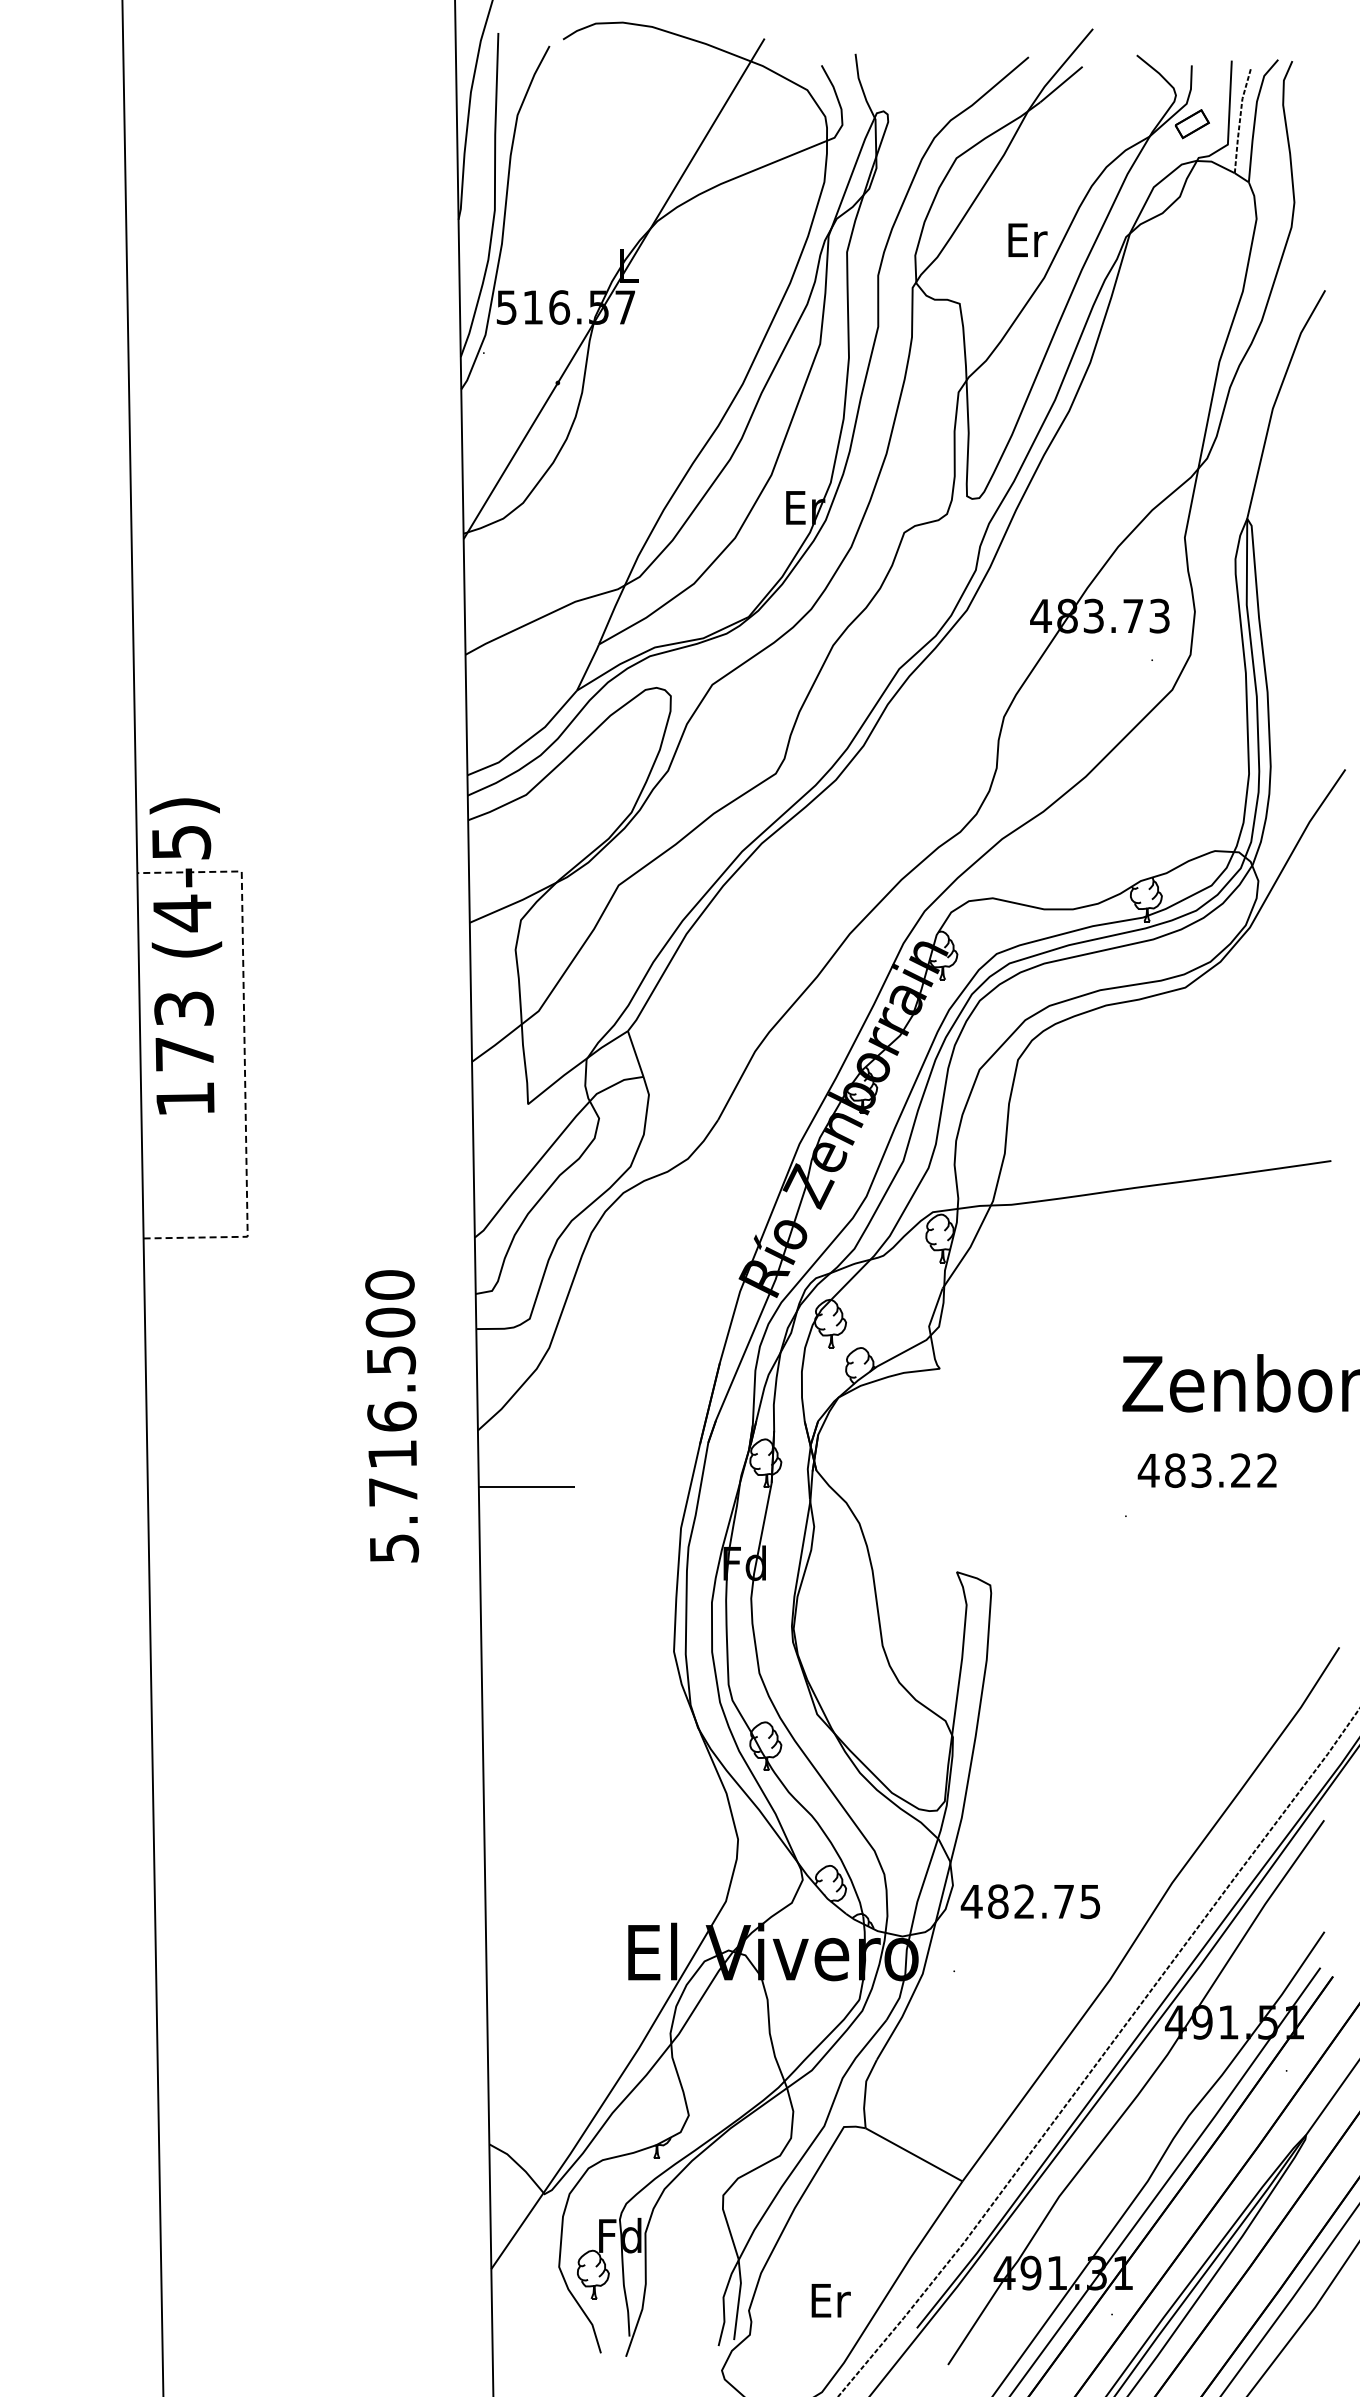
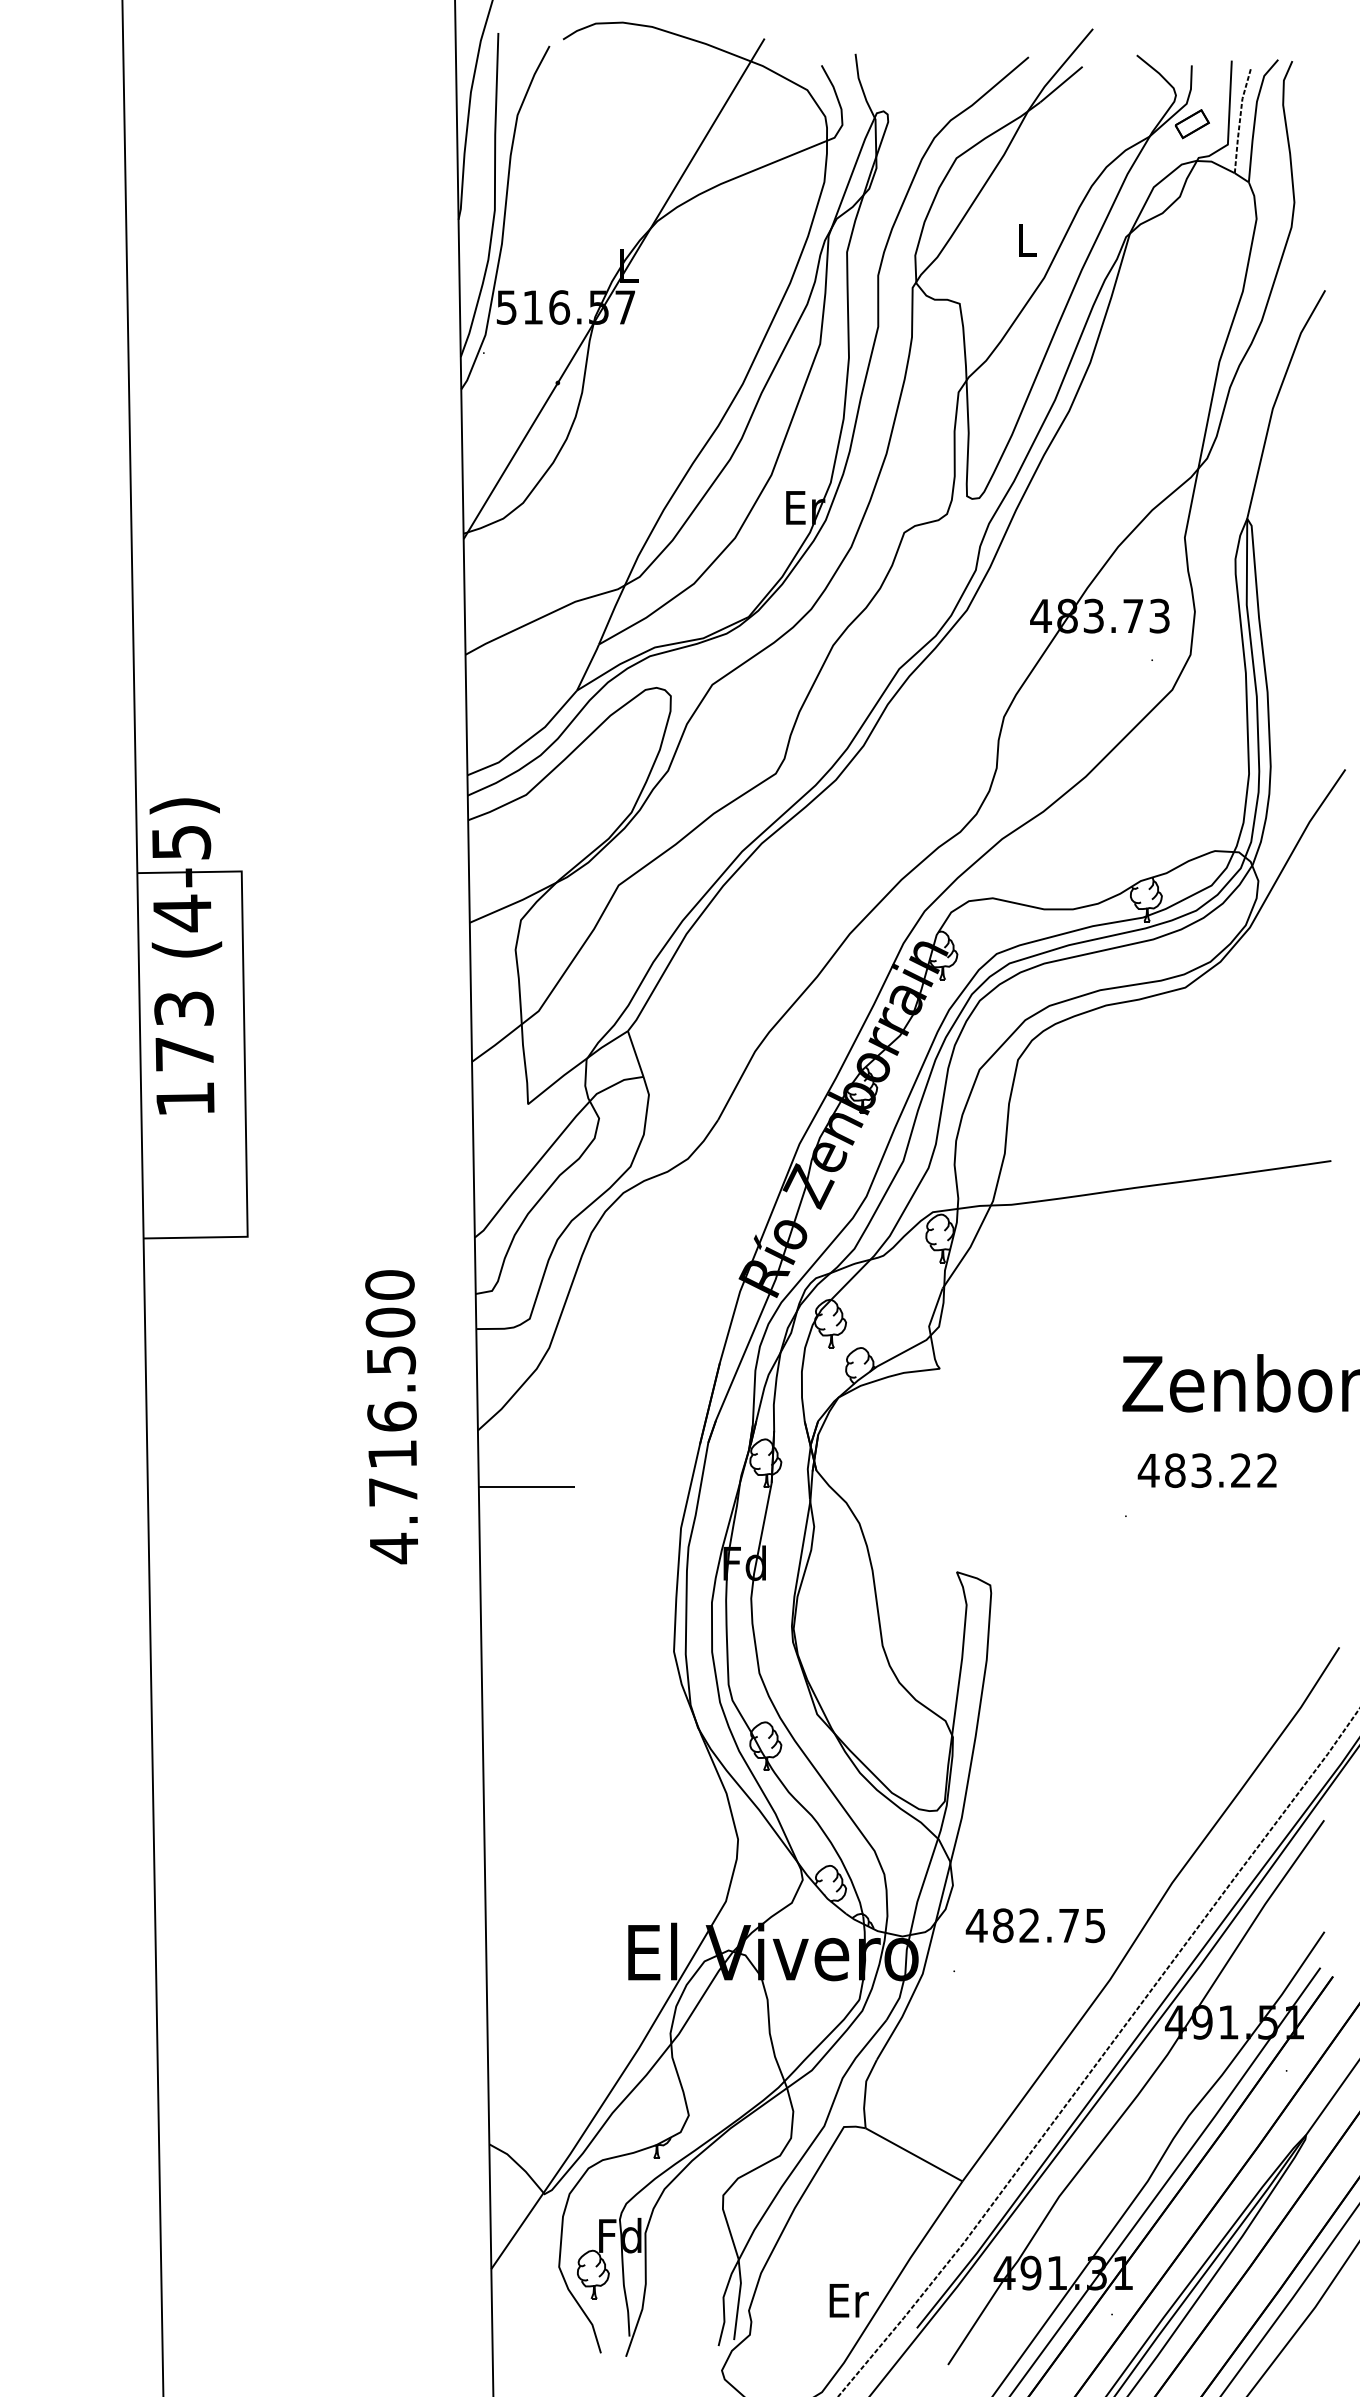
text at (1027, 240): Er -> L
line at (244, 1054): dashed -> solid
text at (394, 1548): 5.716.500 -> 4.716.500
text at (1030, 1901) position: (1030, 1901) -> (1035, 1925)
text at (830, 2300) position: (830, 2300) -> (848, 2300)
